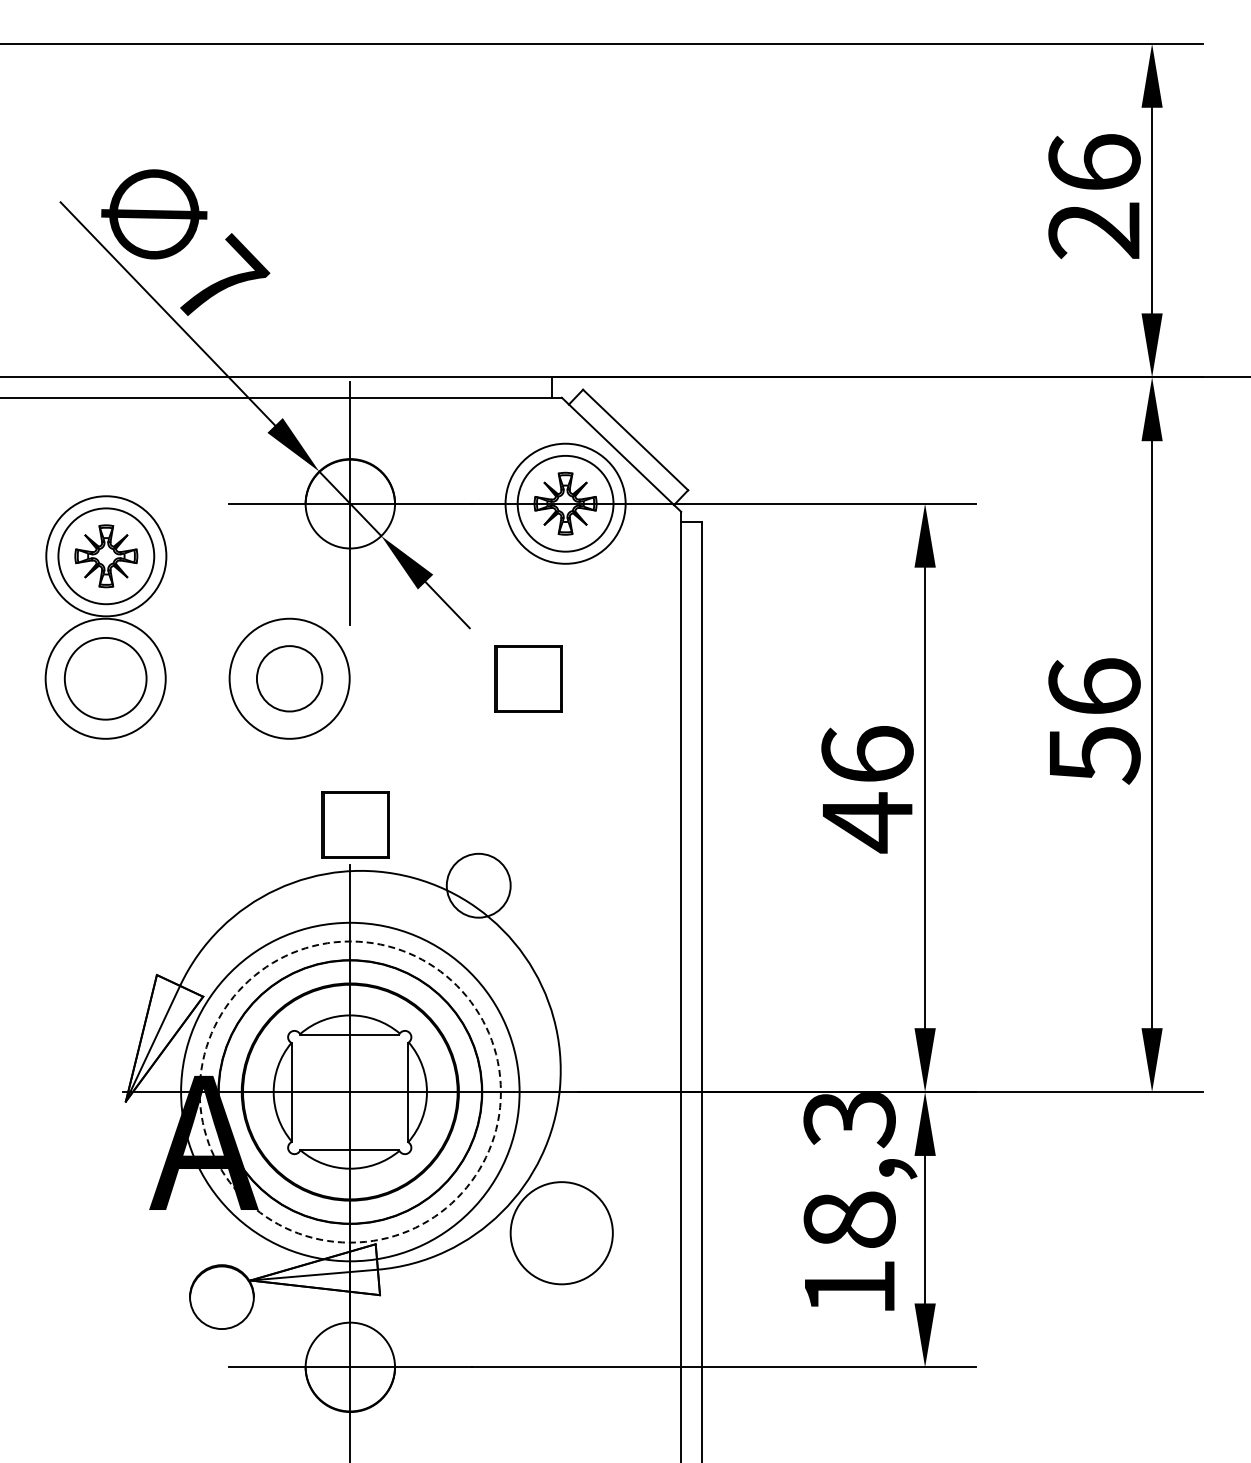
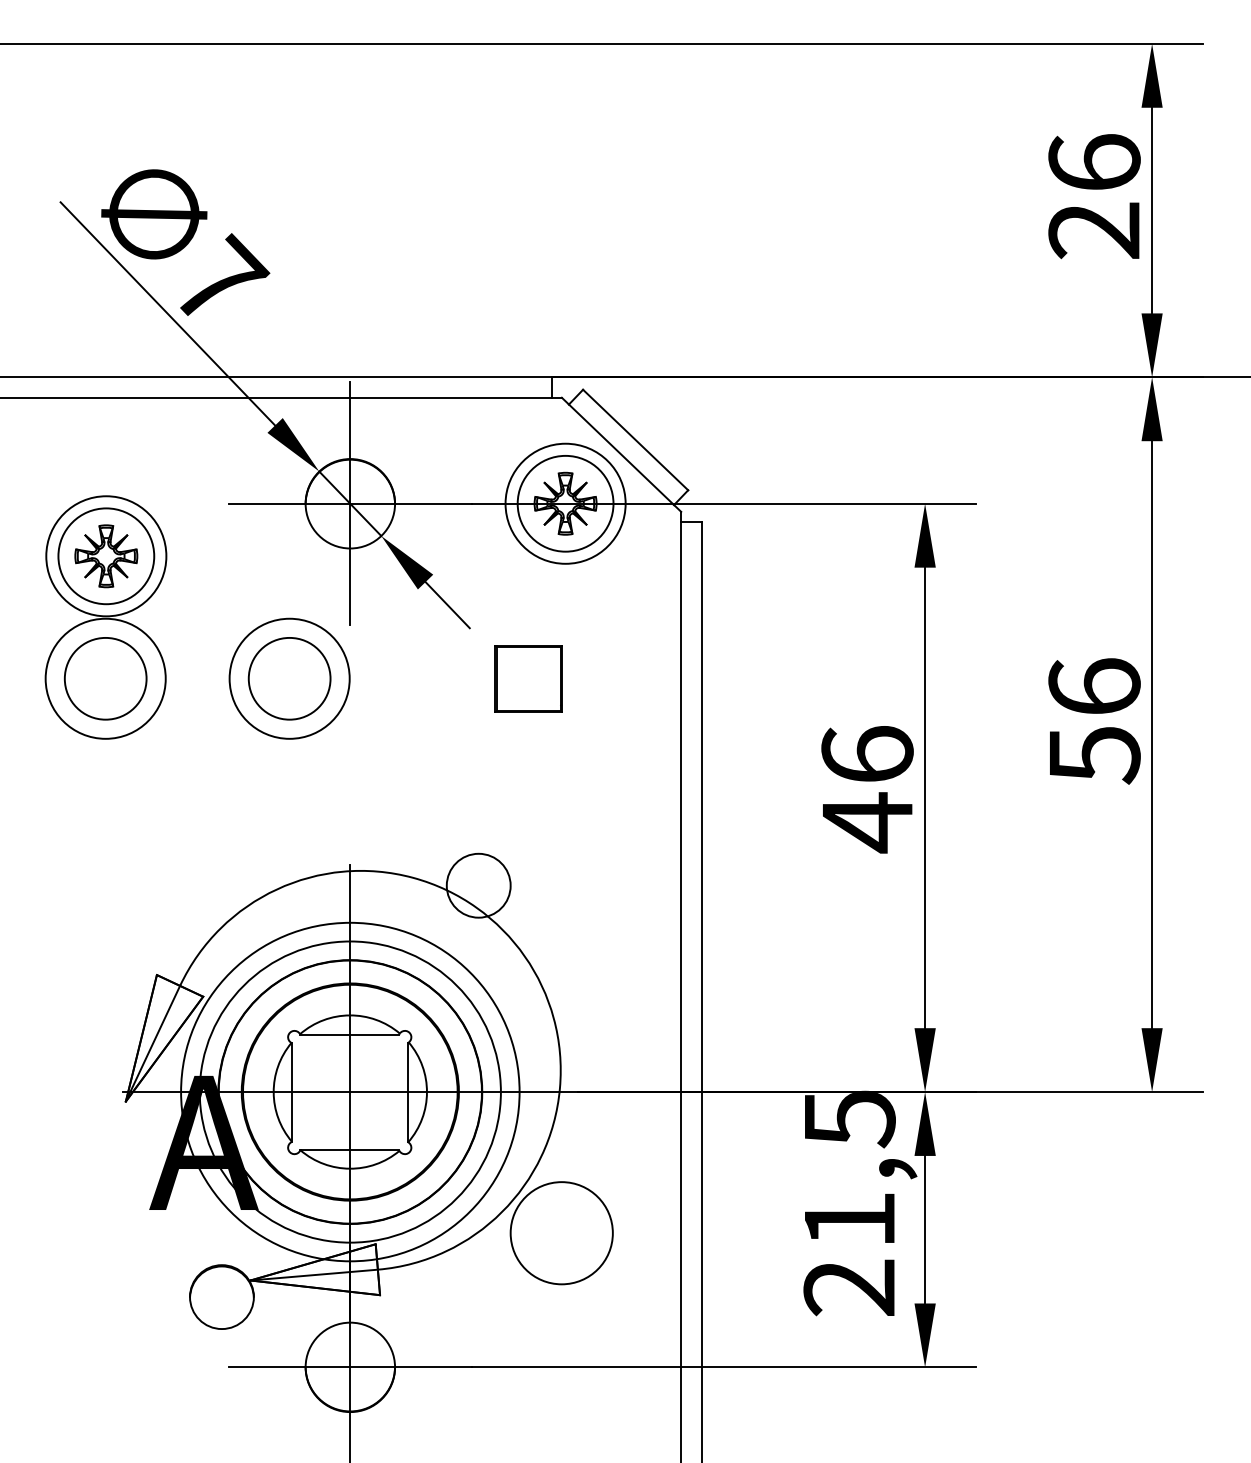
circle at (289, 678) diameter: 65 px -> 82 px
part at (355, 824): present -> none
circle at (349, 1091): dashed -> solid
text at (849, 1203): 18,3 -> 21,5
